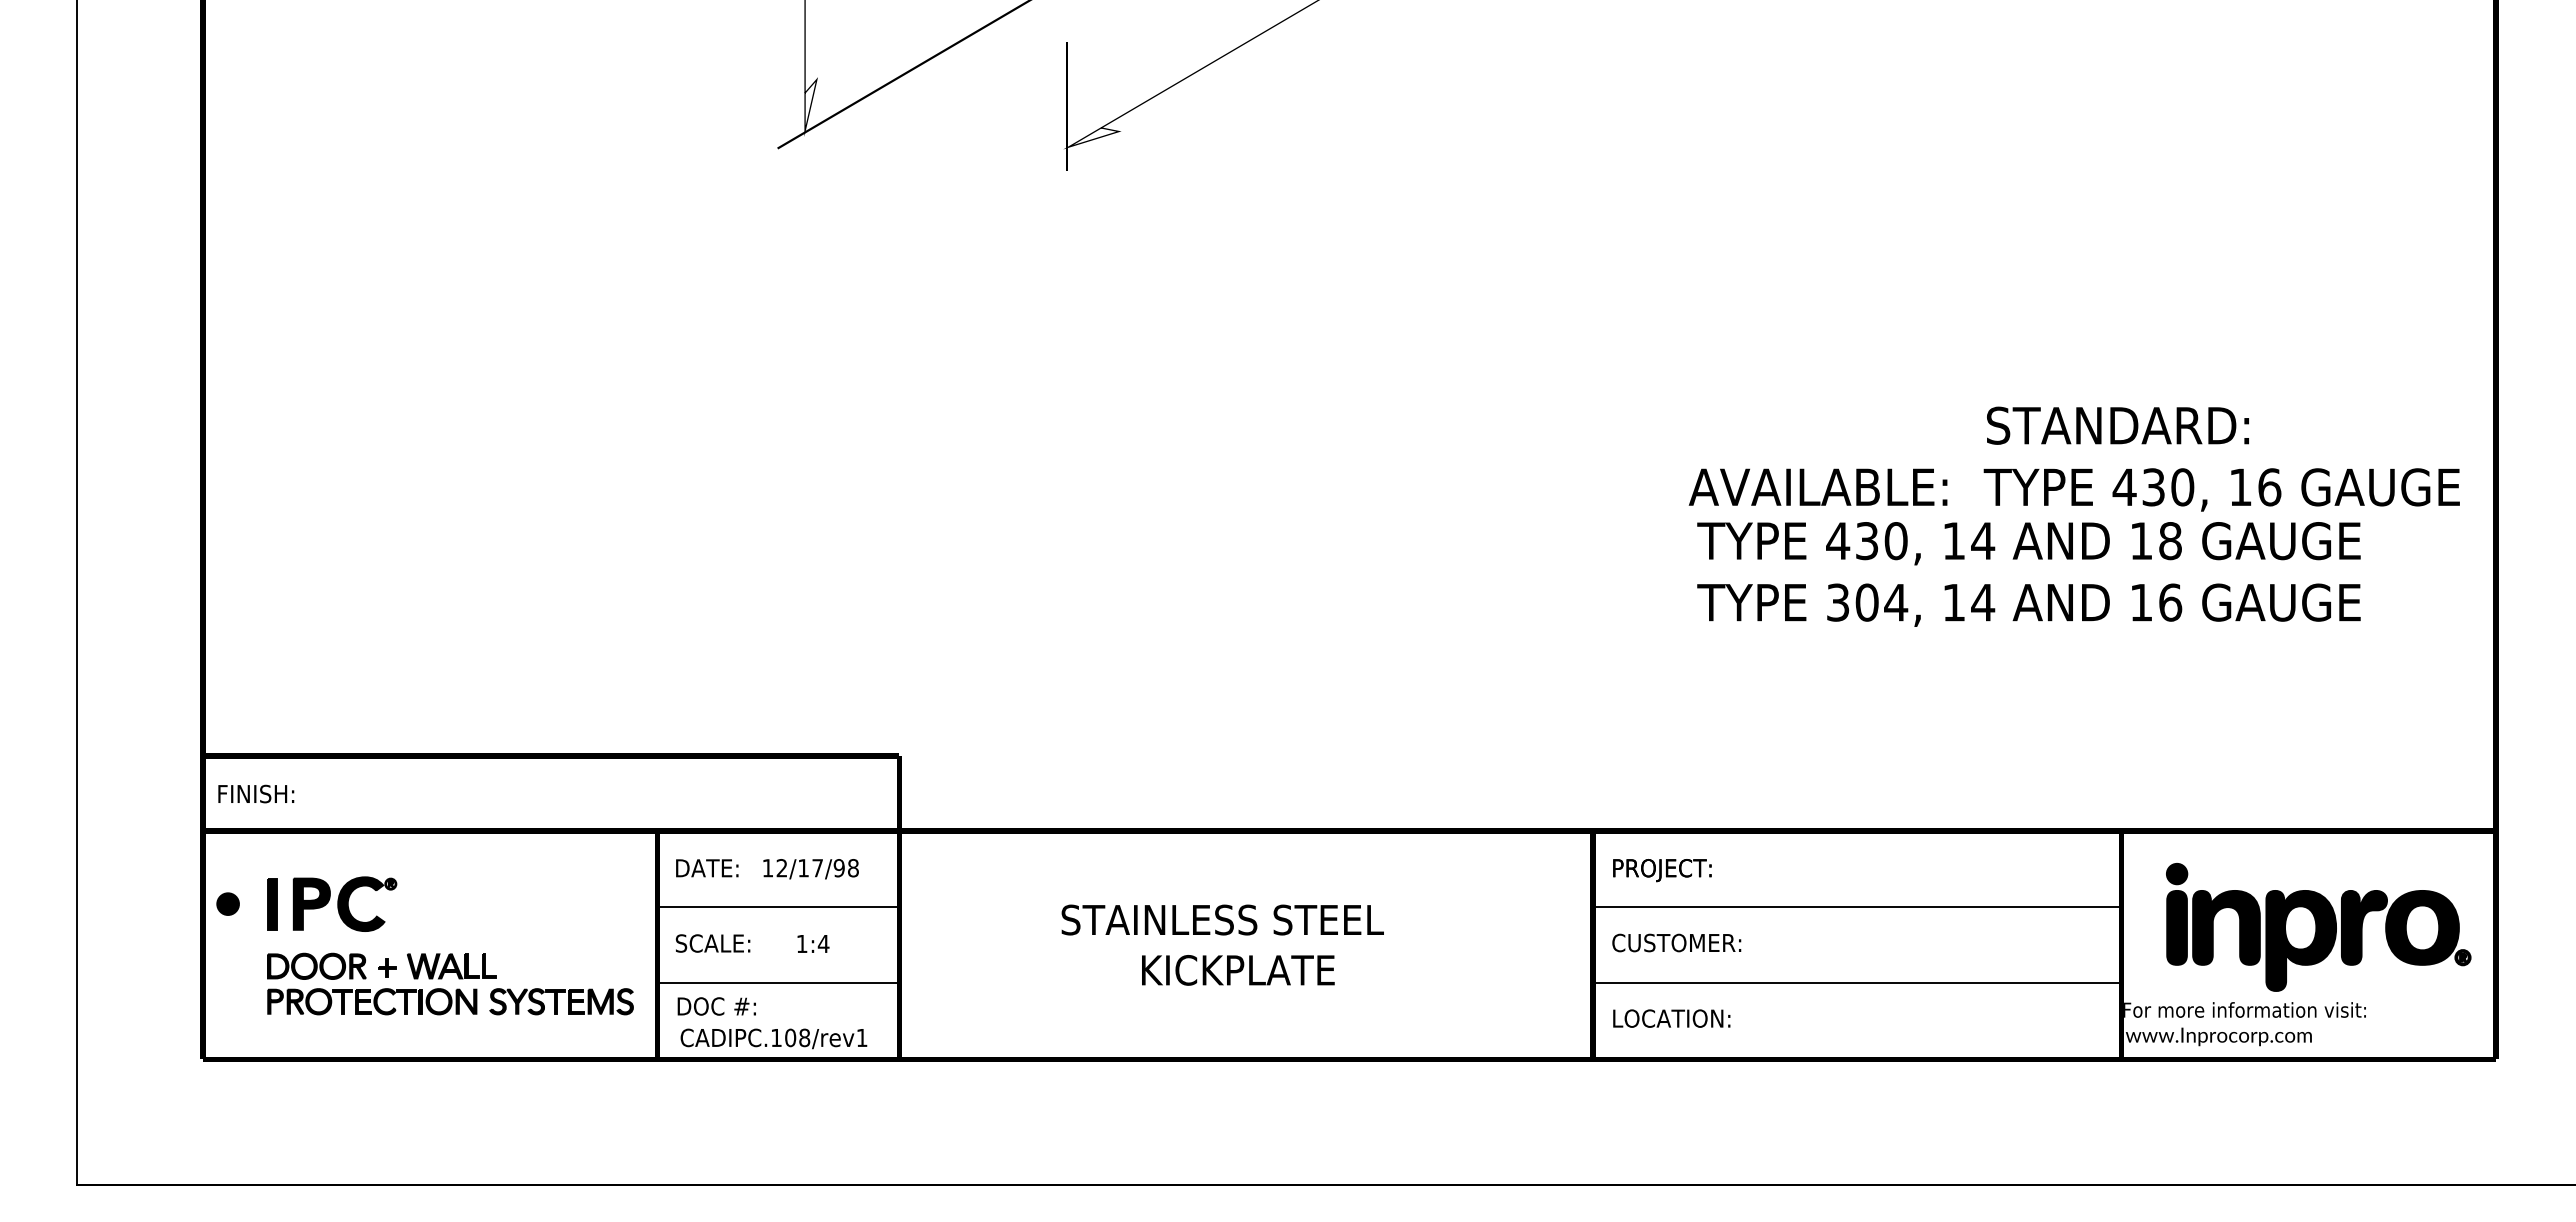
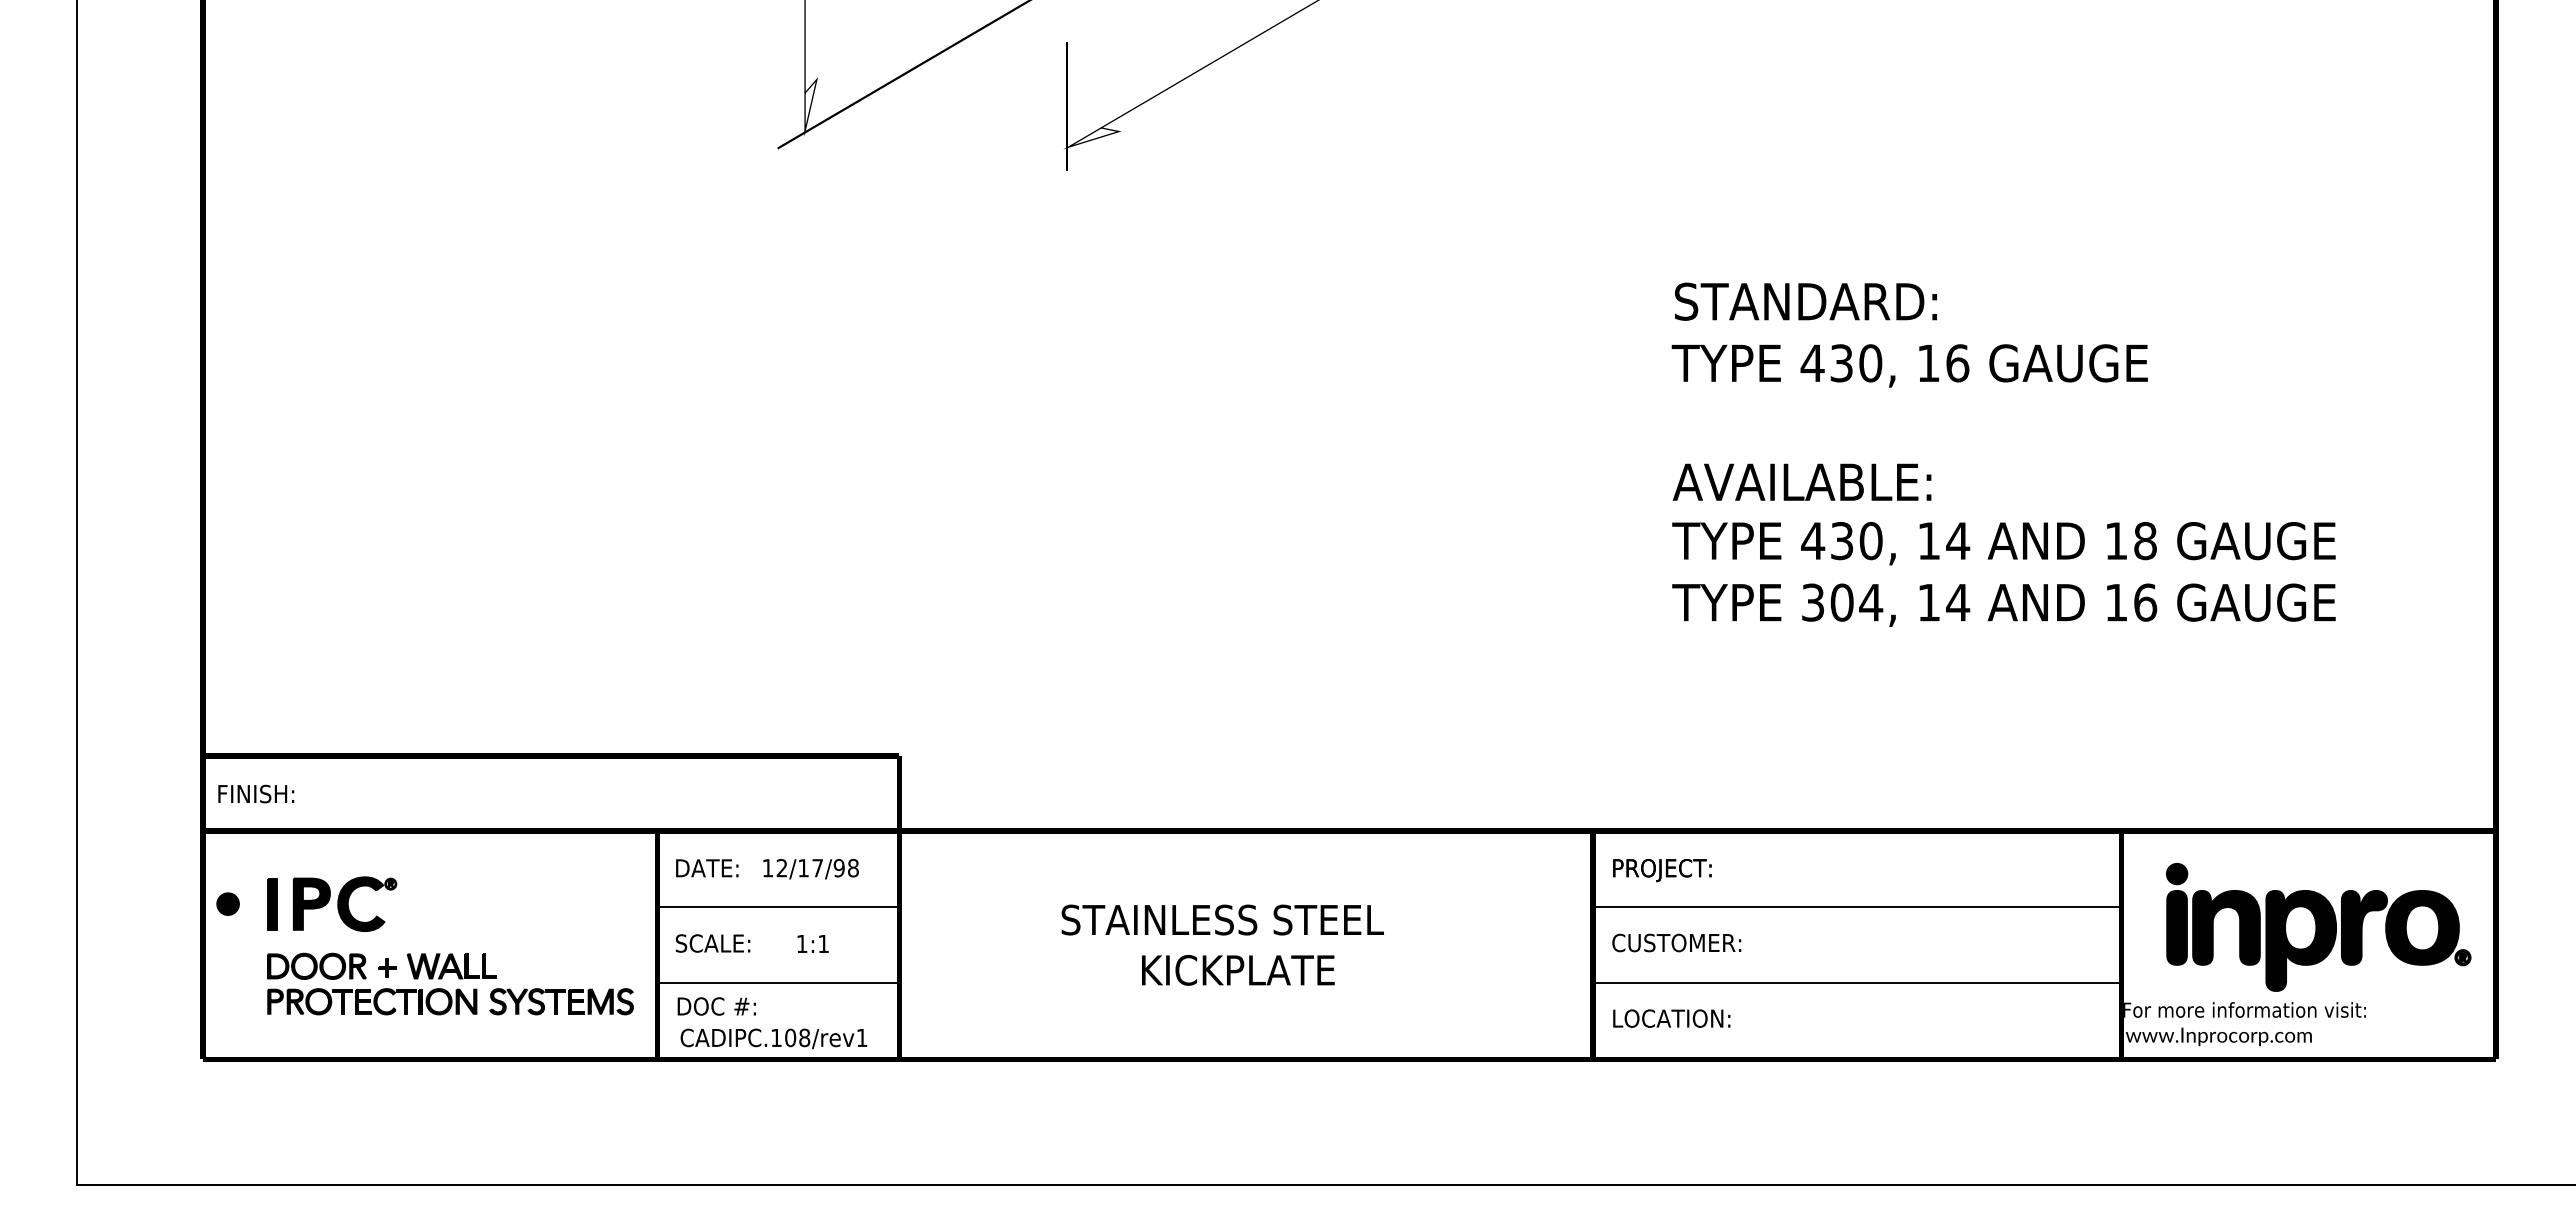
text at (2221, 458) position: (2221, 458) -> (1909, 334)
text at (1817, 486) position: (1817, 486) -> (1801, 481)
text at (2028, 574) position: (2028, 574) -> (2003, 574)
text at (823, 943): 1:4 -> 1:1
